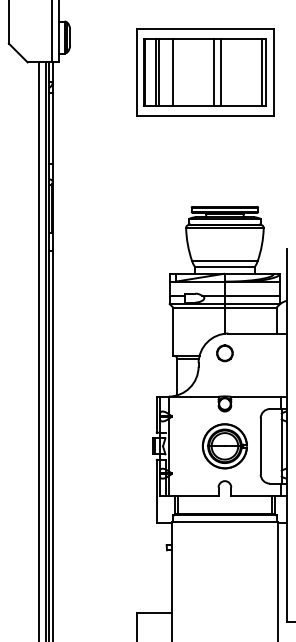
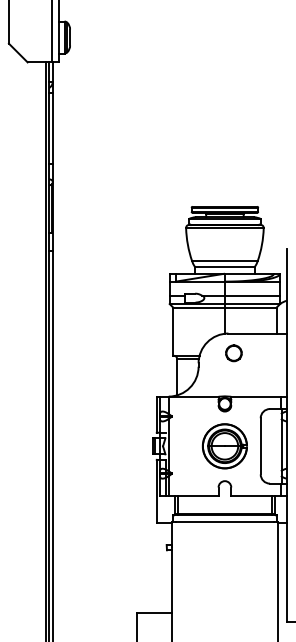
part at (205, 72): present -> none
line at (38, 350): present -> none
part at (224, 353) position: (224, 353) -> (233, 353)
